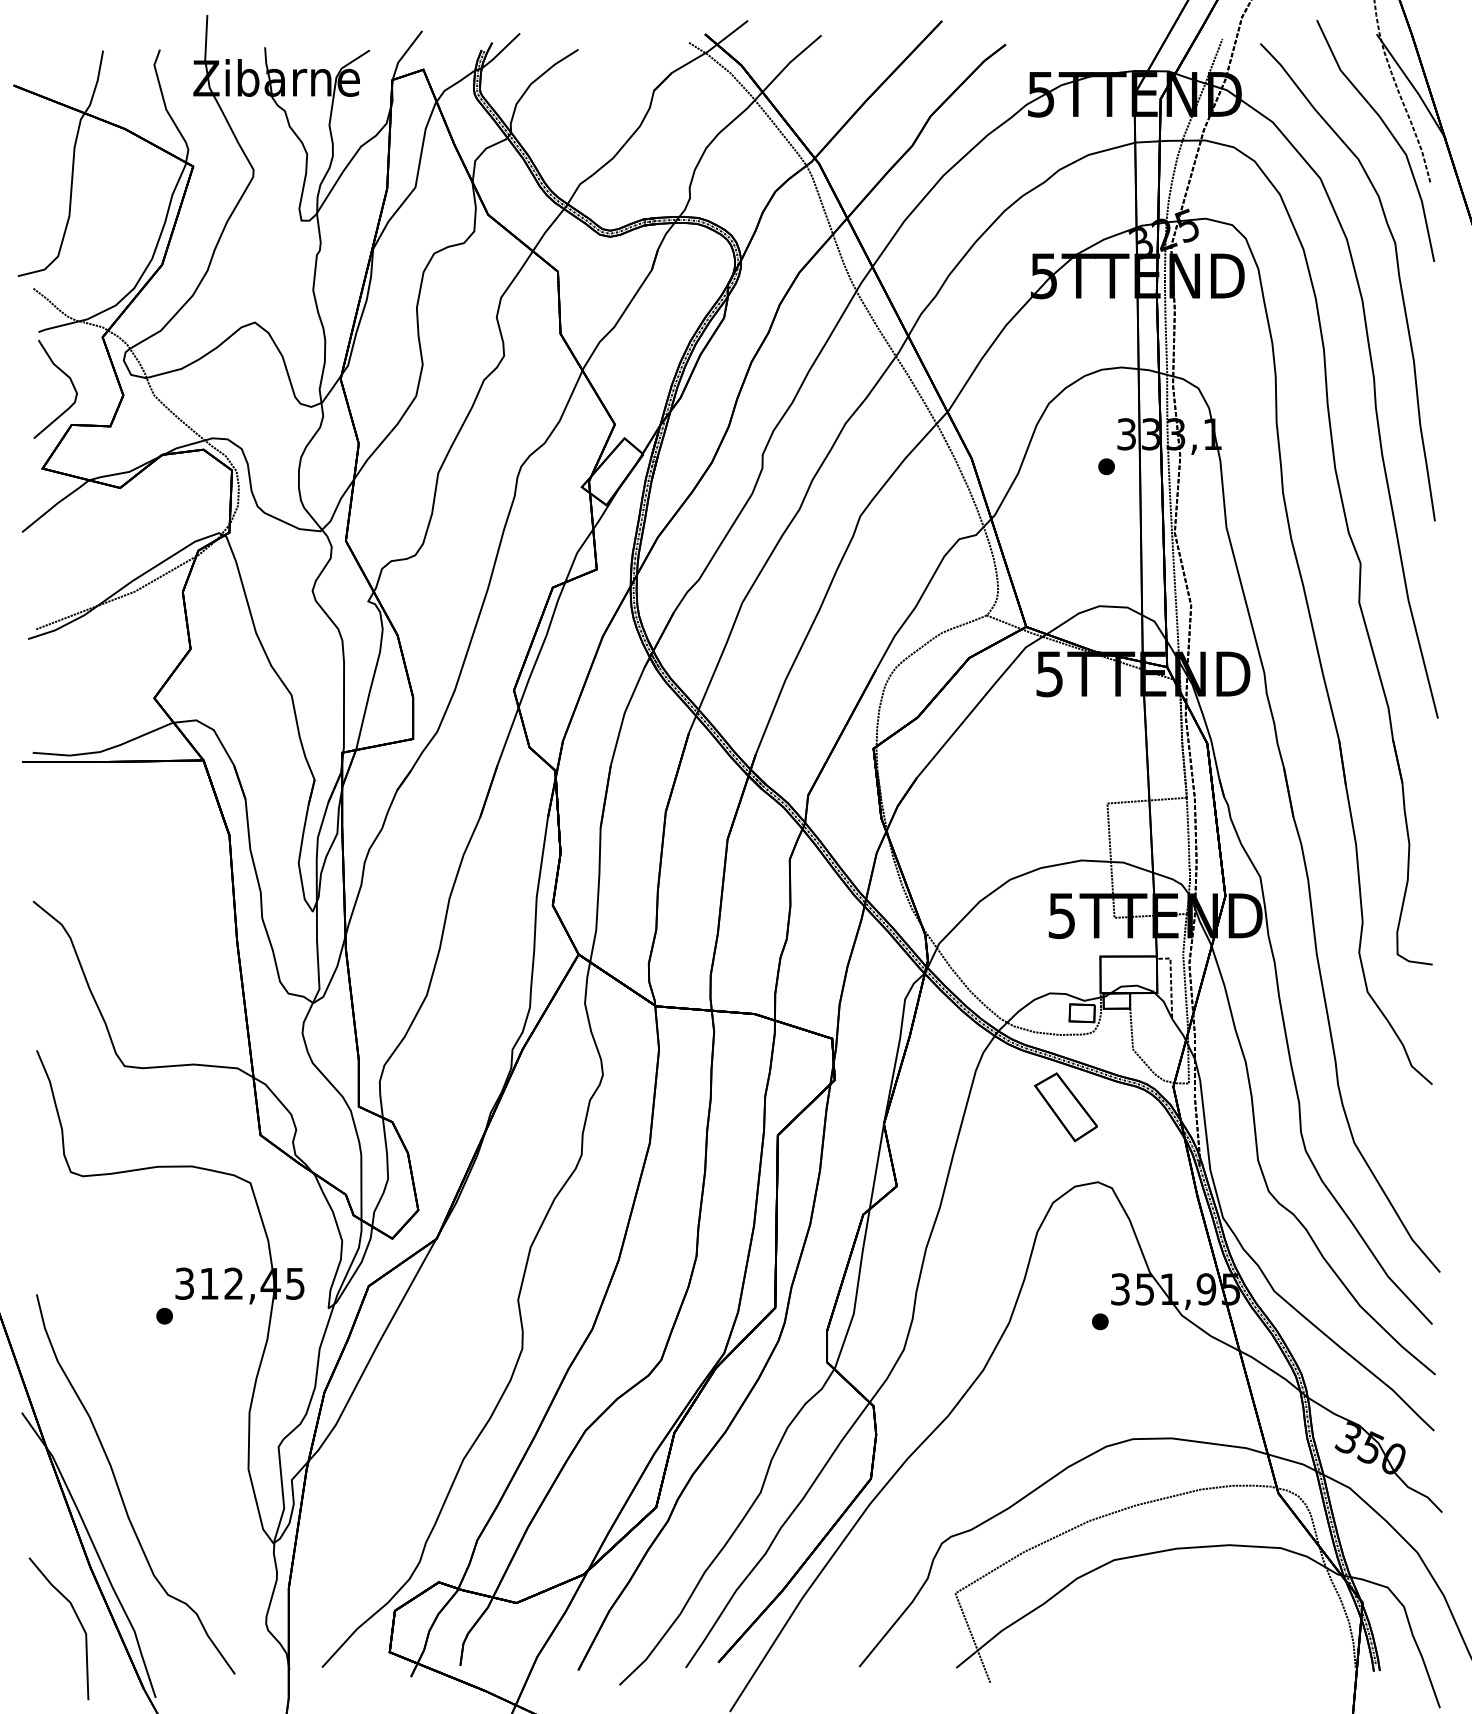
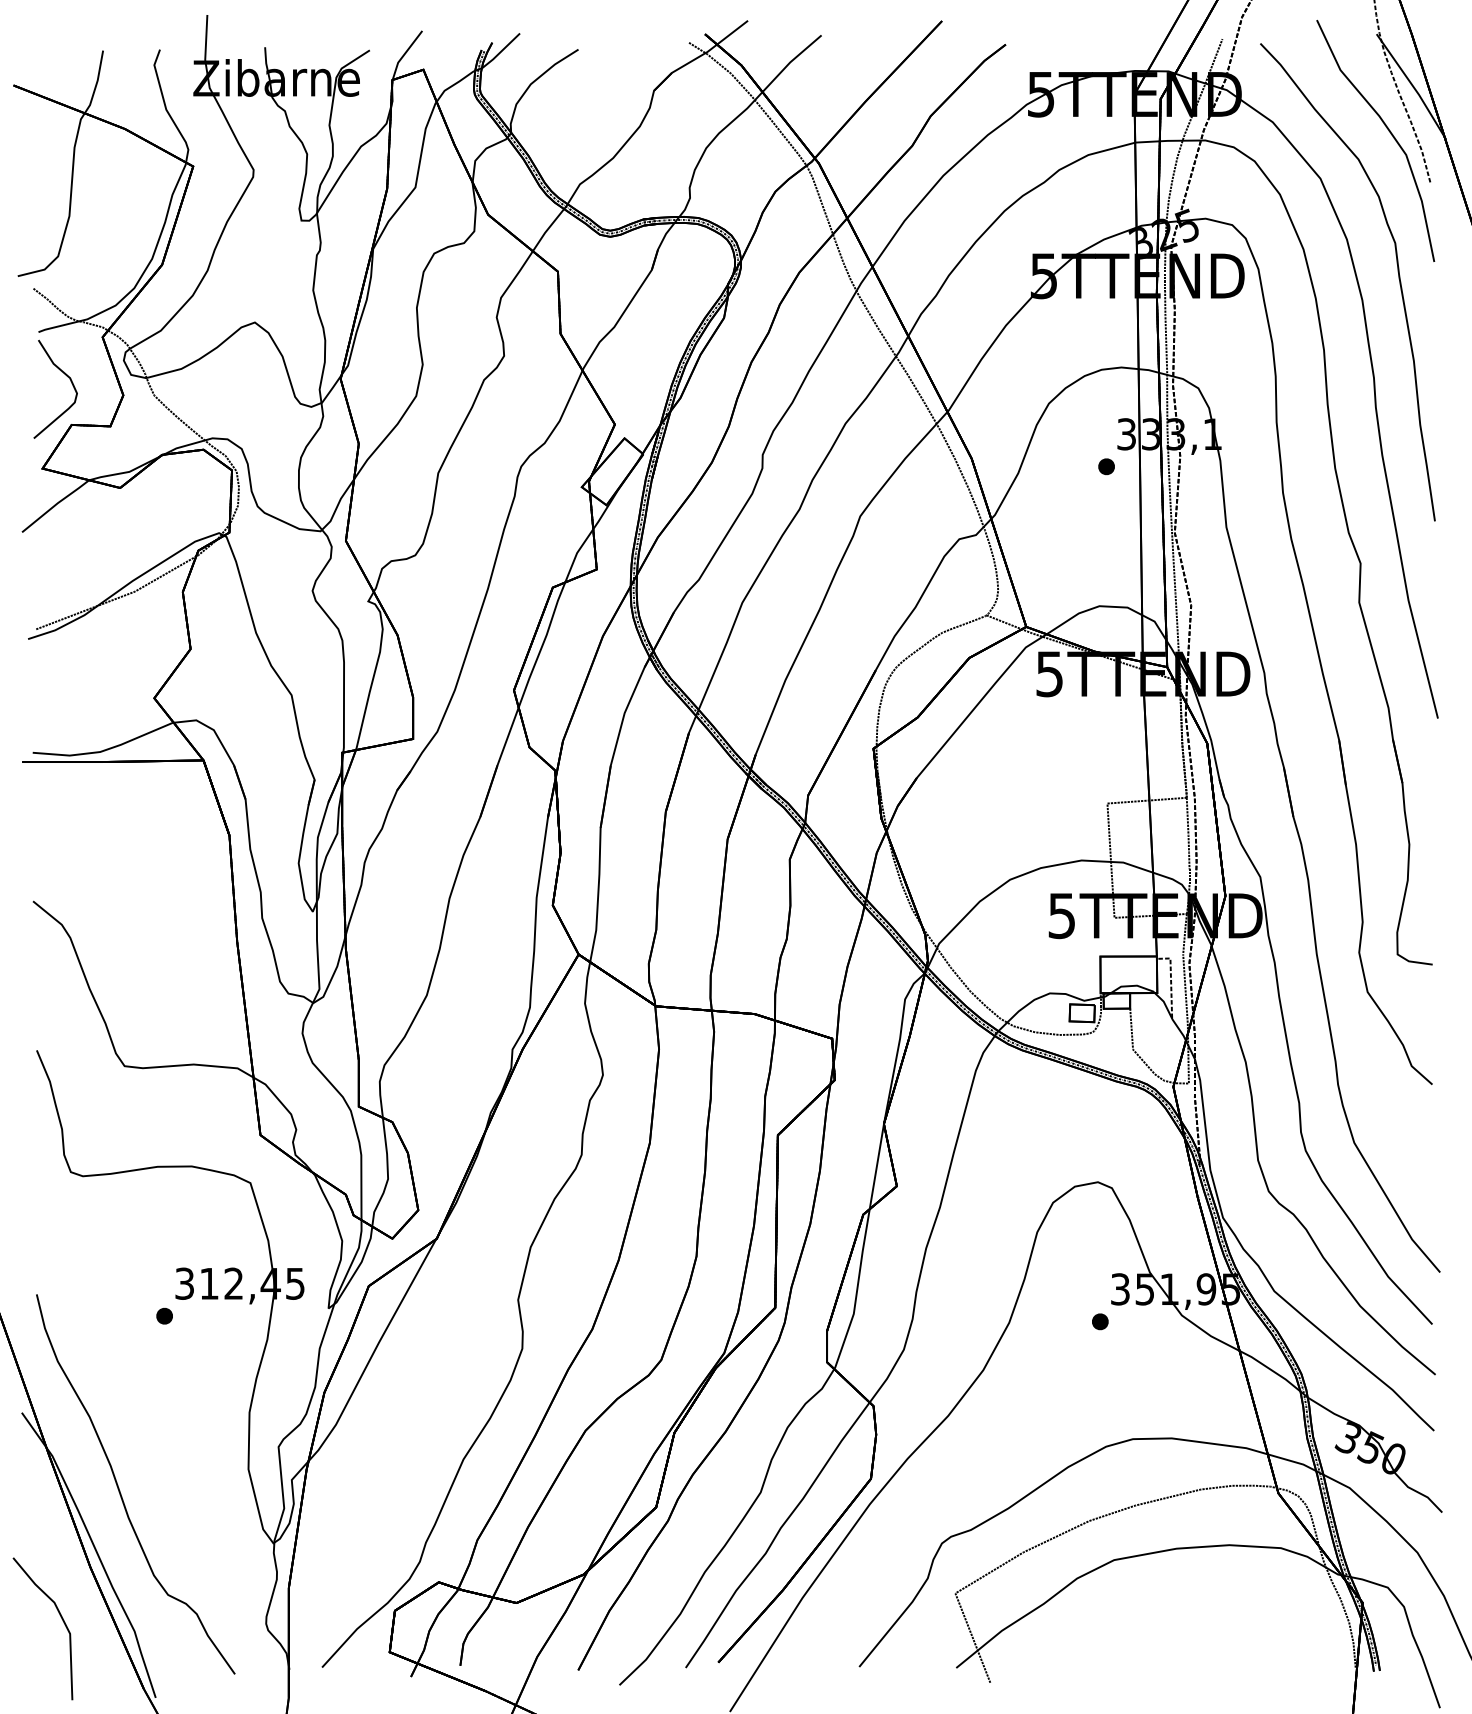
part at (1065, 1107): present -> none
line at (77, 1619) position: (77, 1619) -> (61, 1619)
